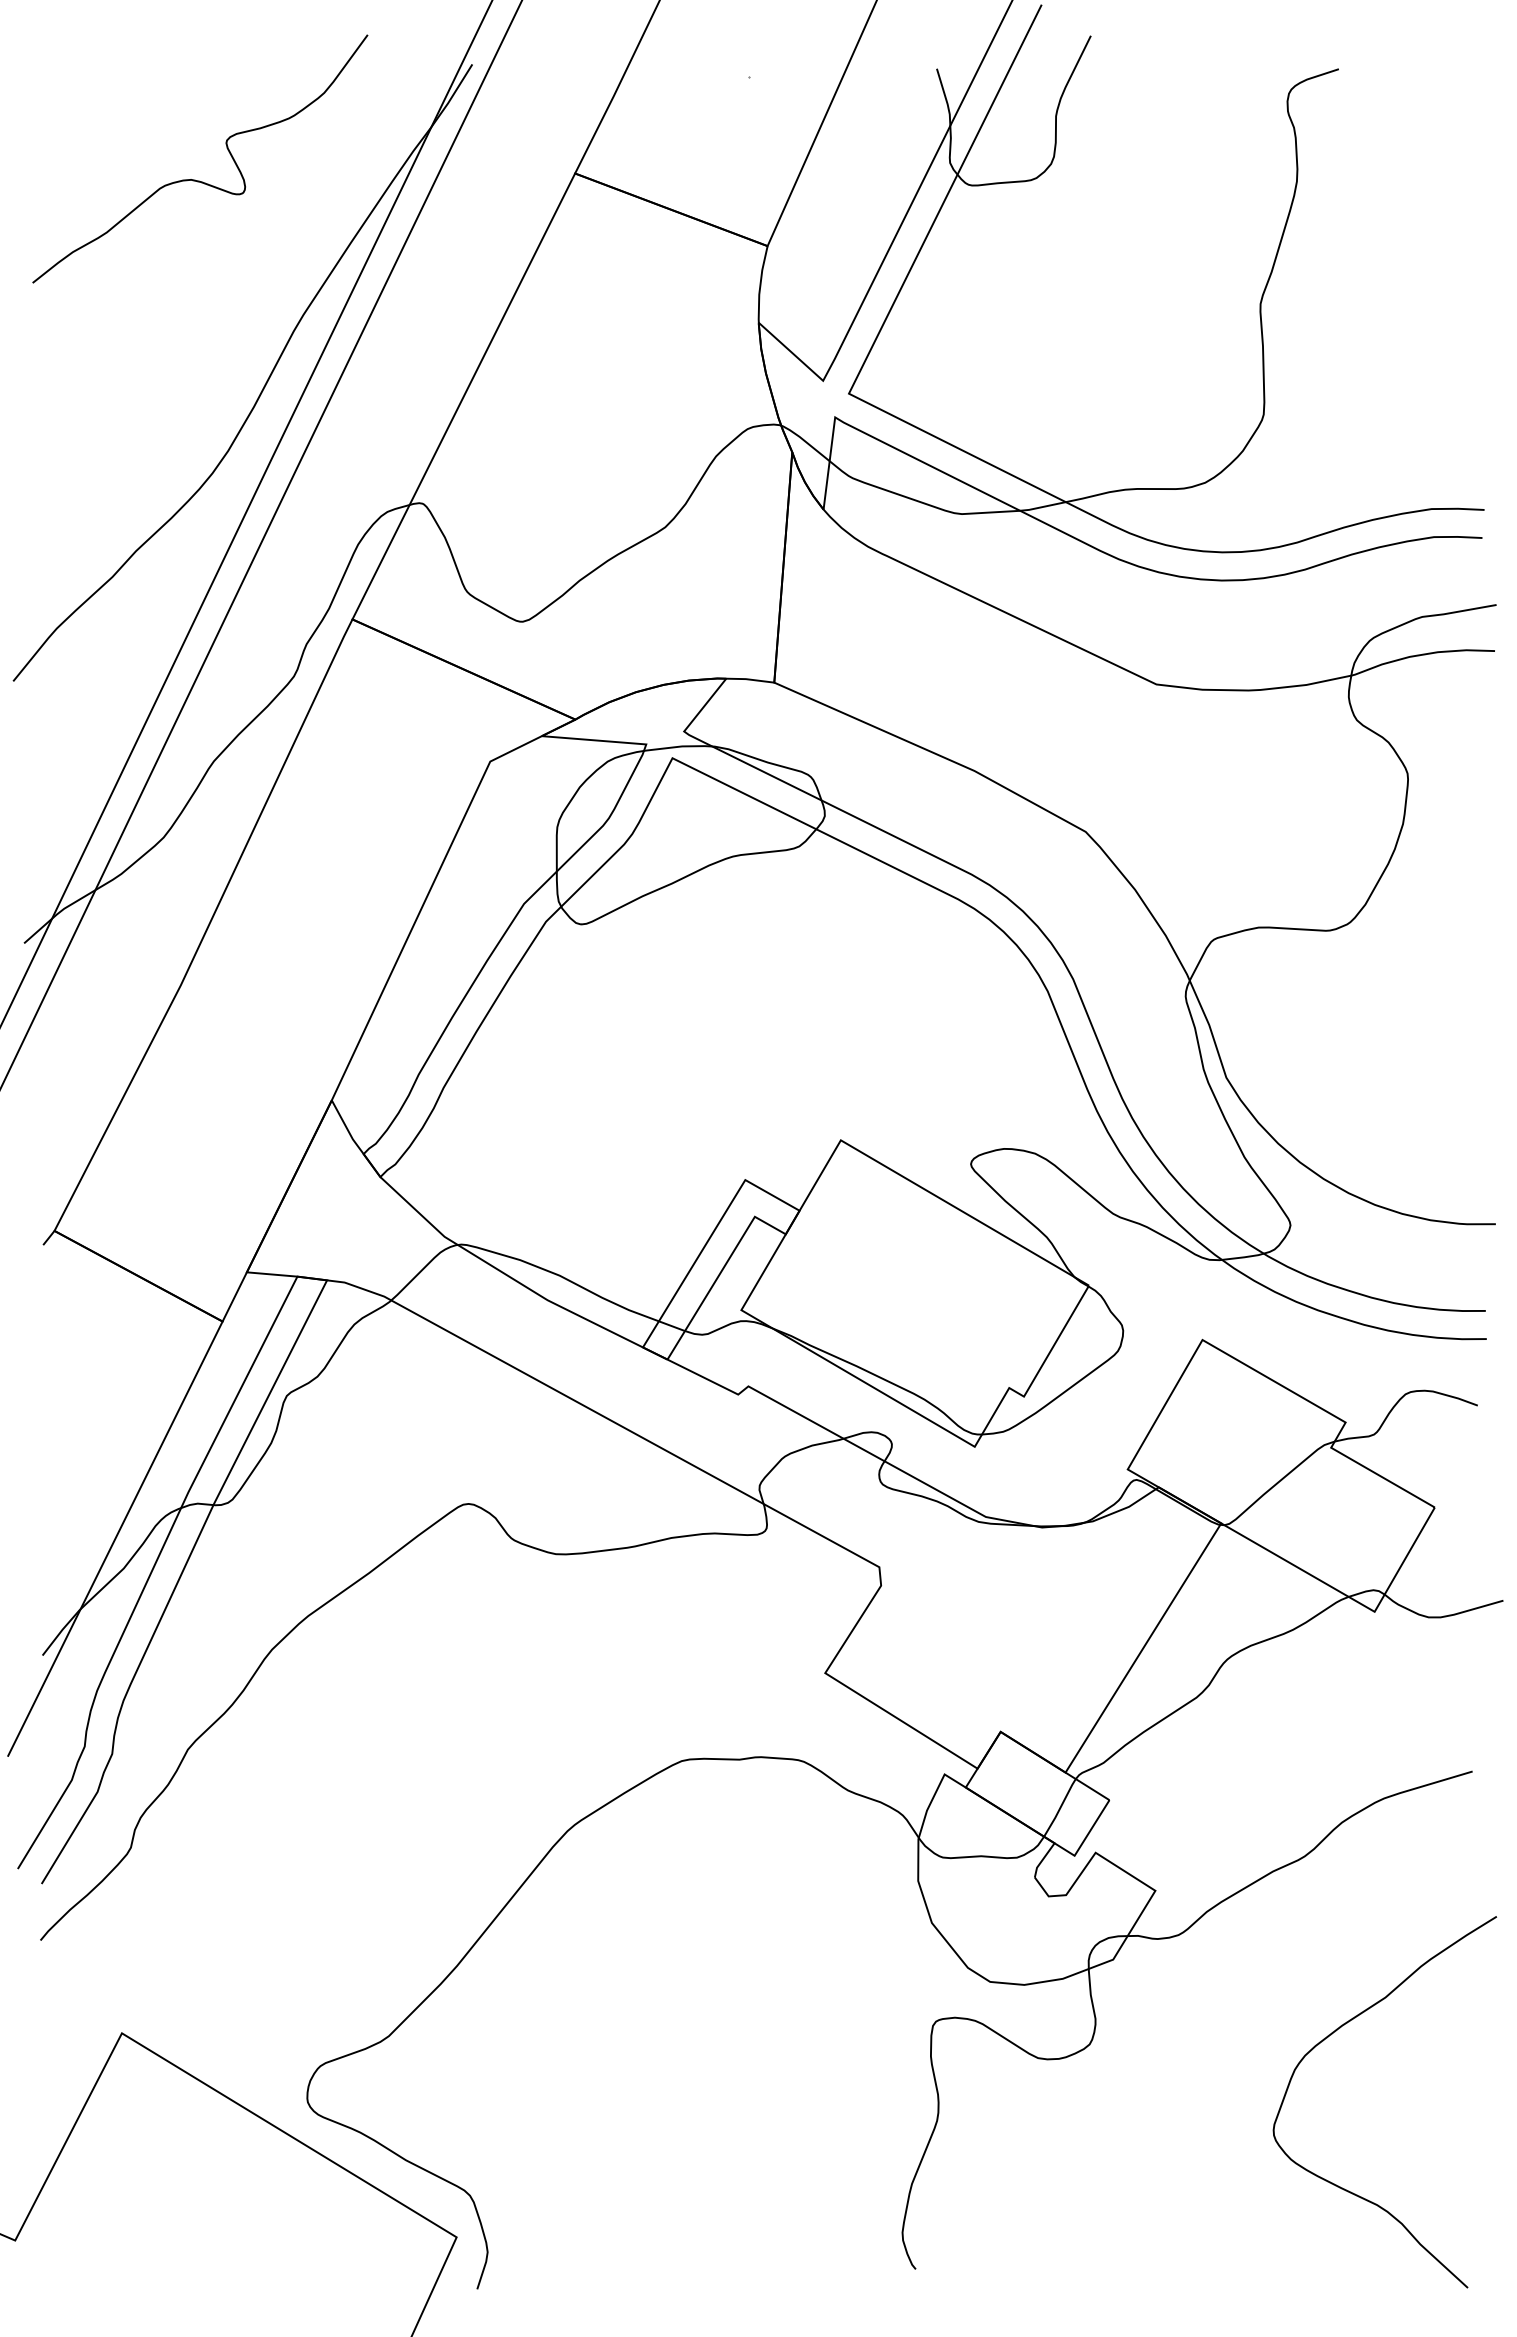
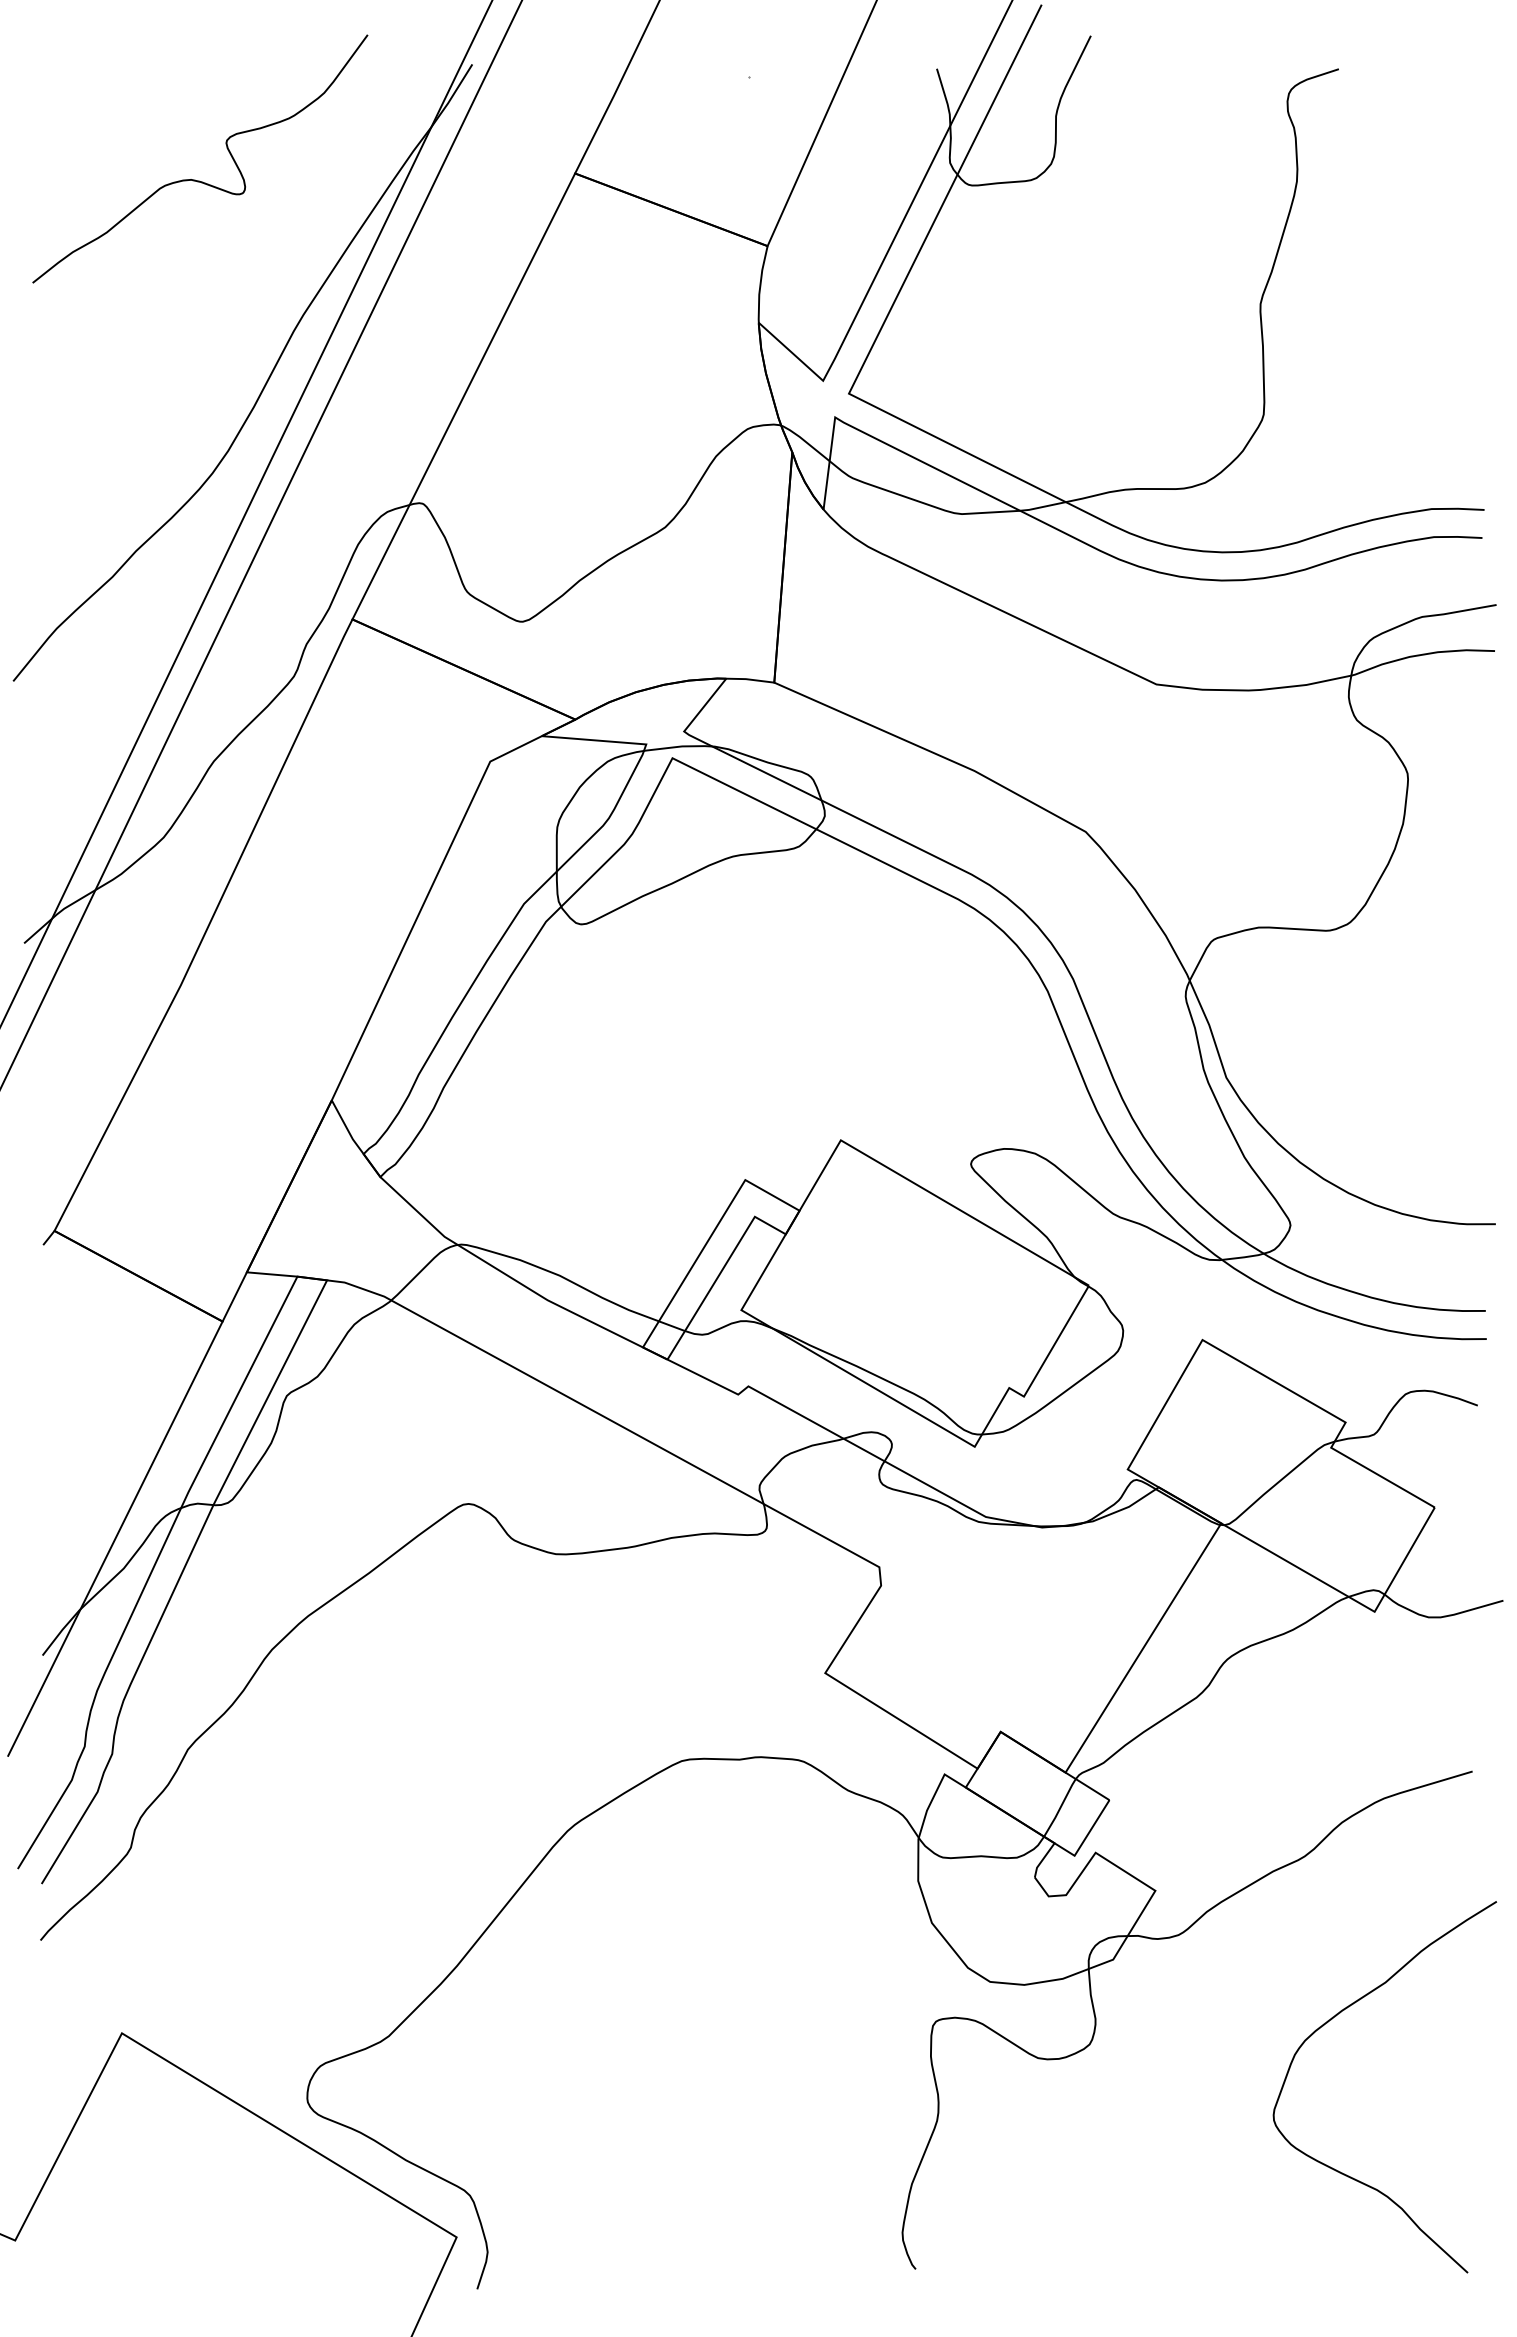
curve at (1331, 2035) position: (1331, 2035) -> (1331, 2020)
